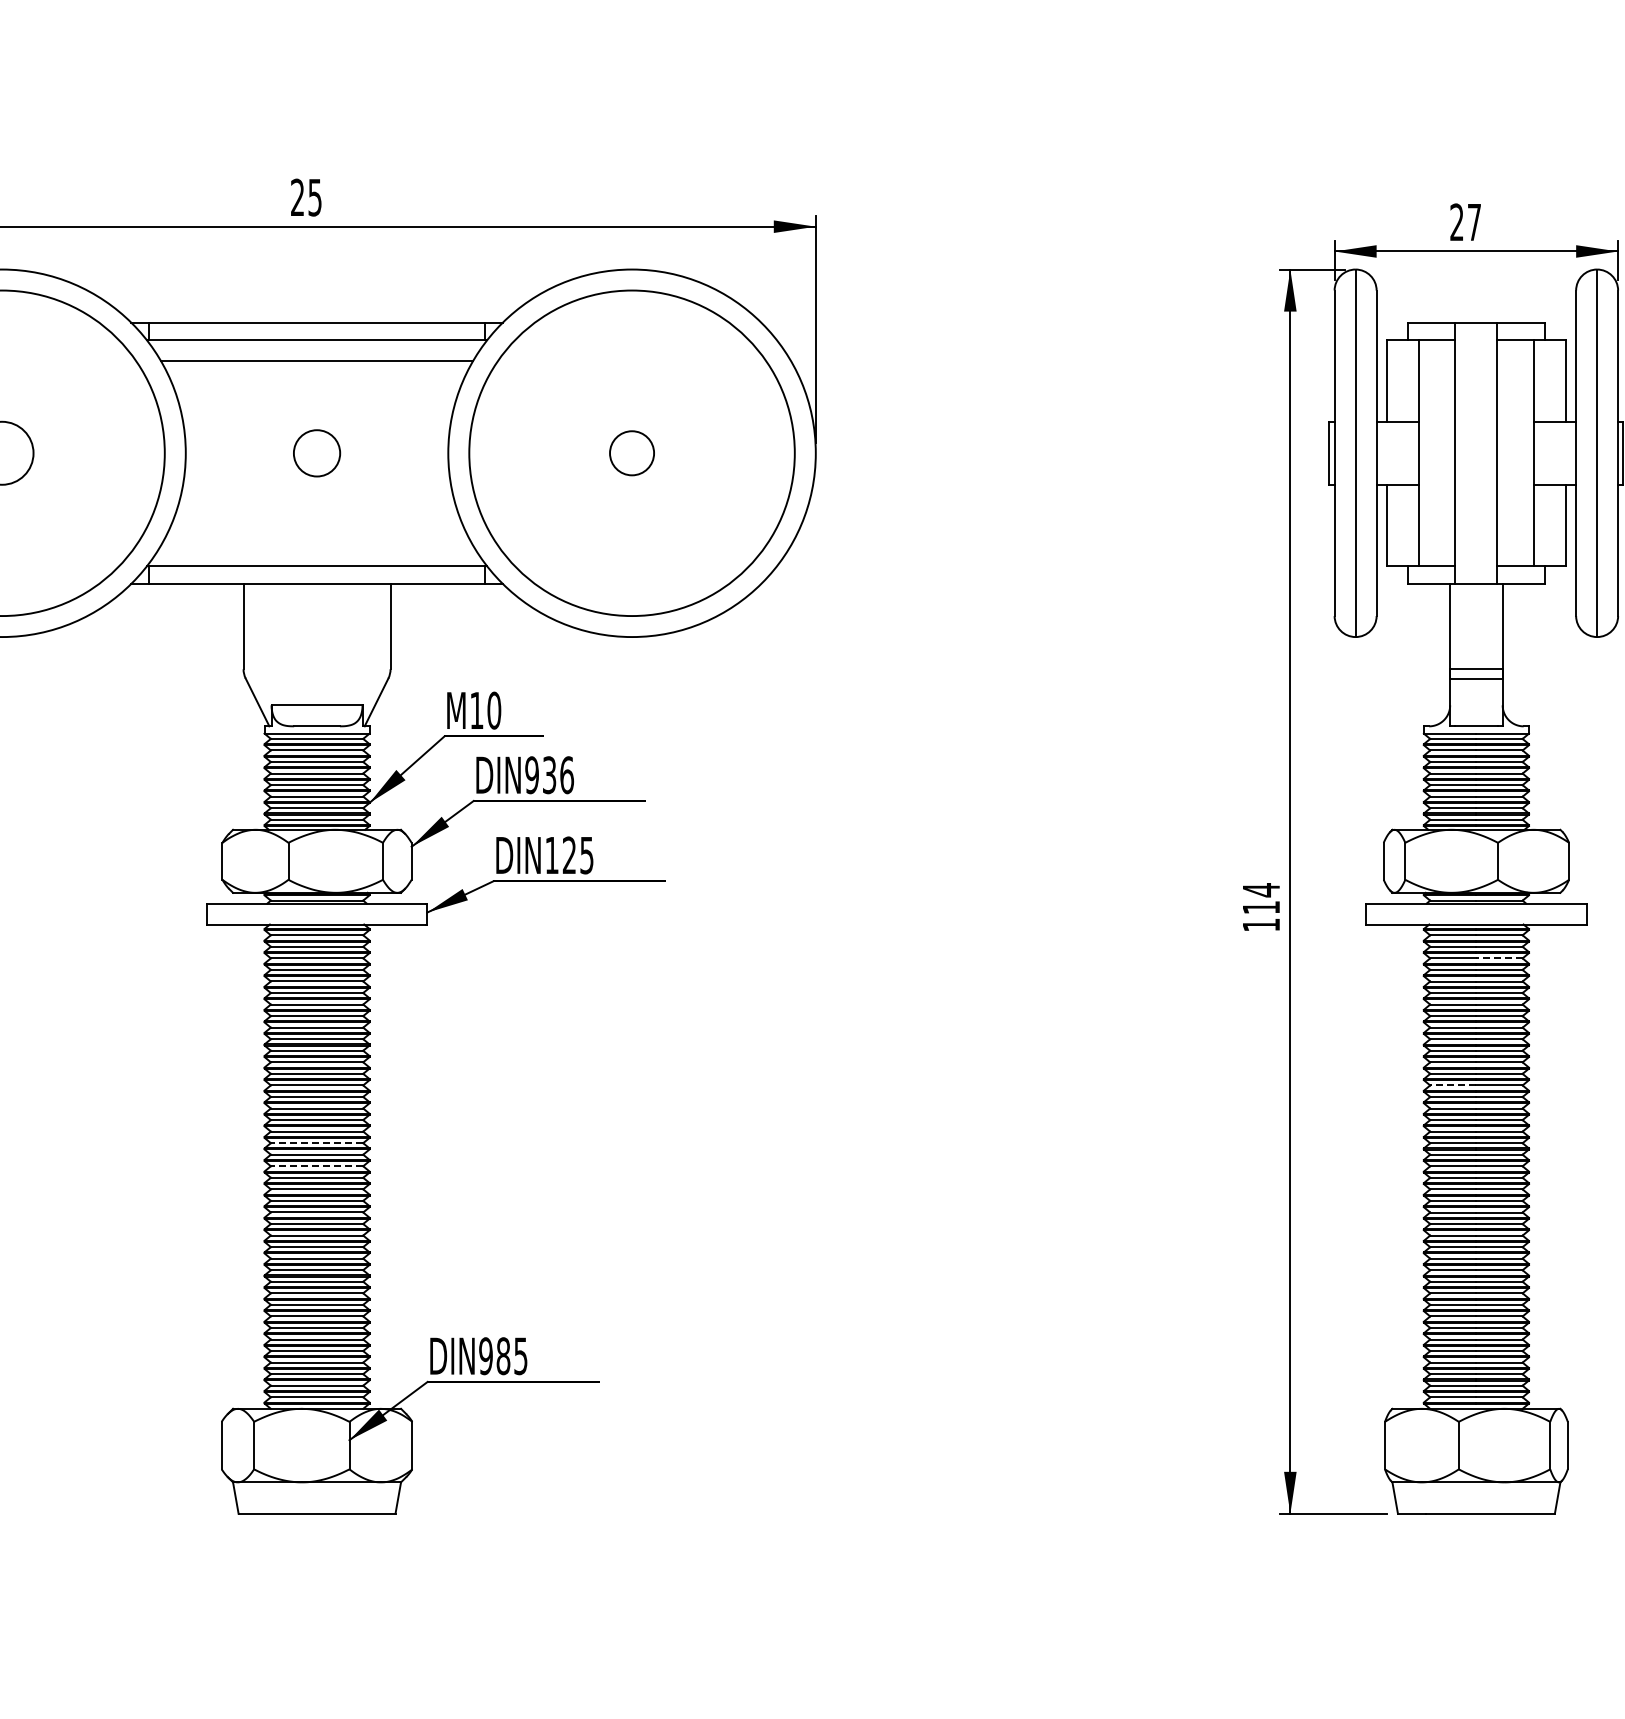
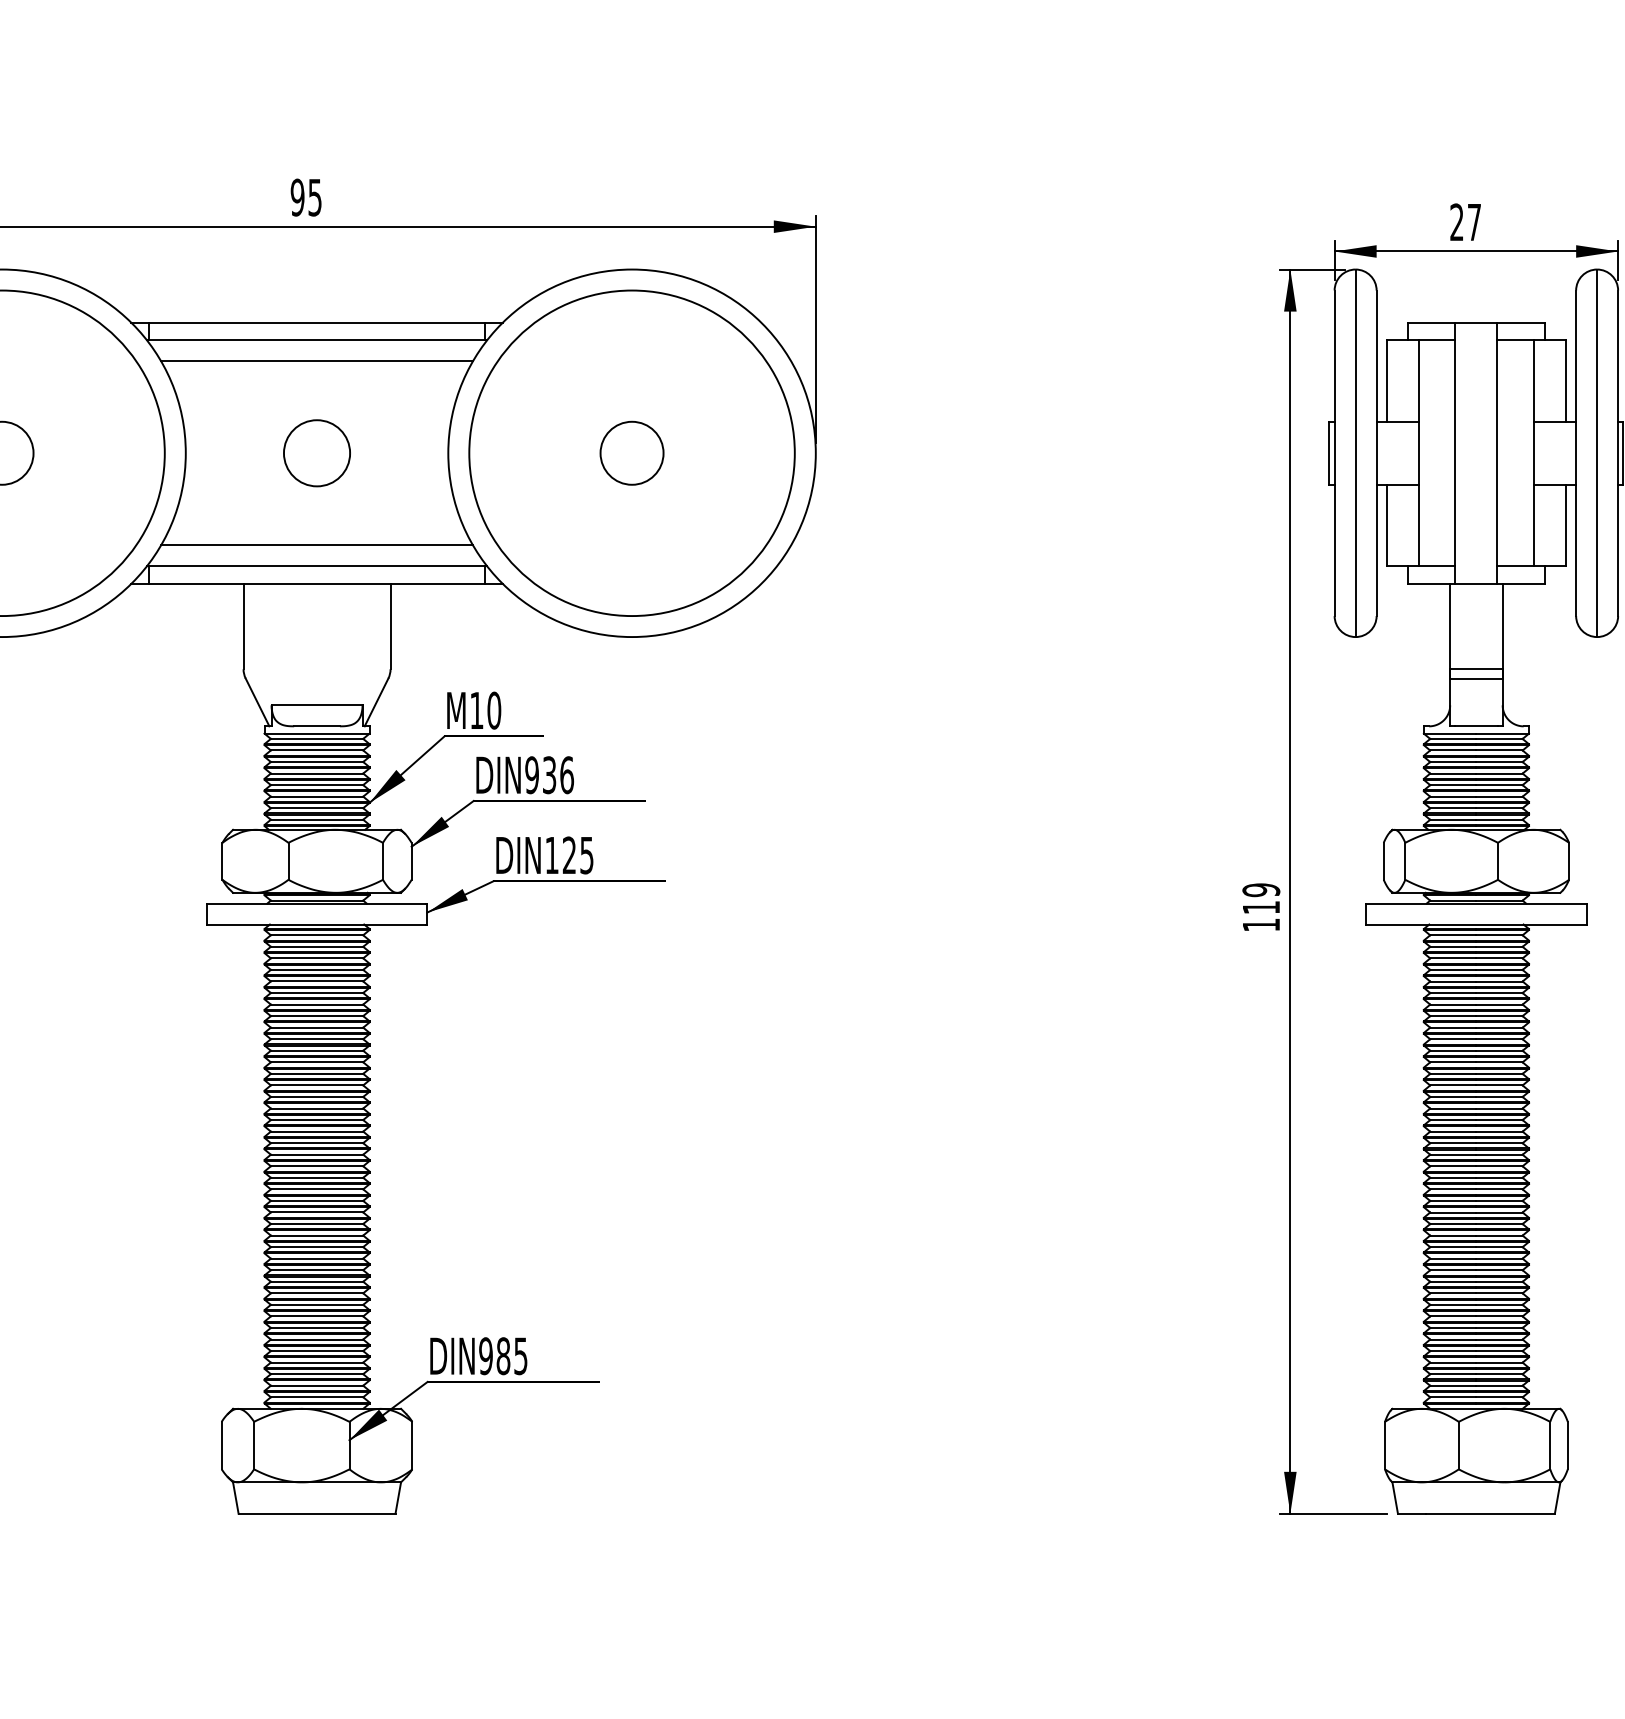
text at (297, 197): 25 -> 95
circle at (317, 453) size: 49x49 px -> 68x69 px
circle at (632, 453) diameter: 44 px -> 63 px
line at (316, 545): none -> present
text at (1261, 890): 114 -> 119
line at (1499, 958): dashed -> solid
line at (1452, 1085): dashed -> solid
line at (316, 1143): dashed -> solid
line at (316, 1166): dashed -> solid
